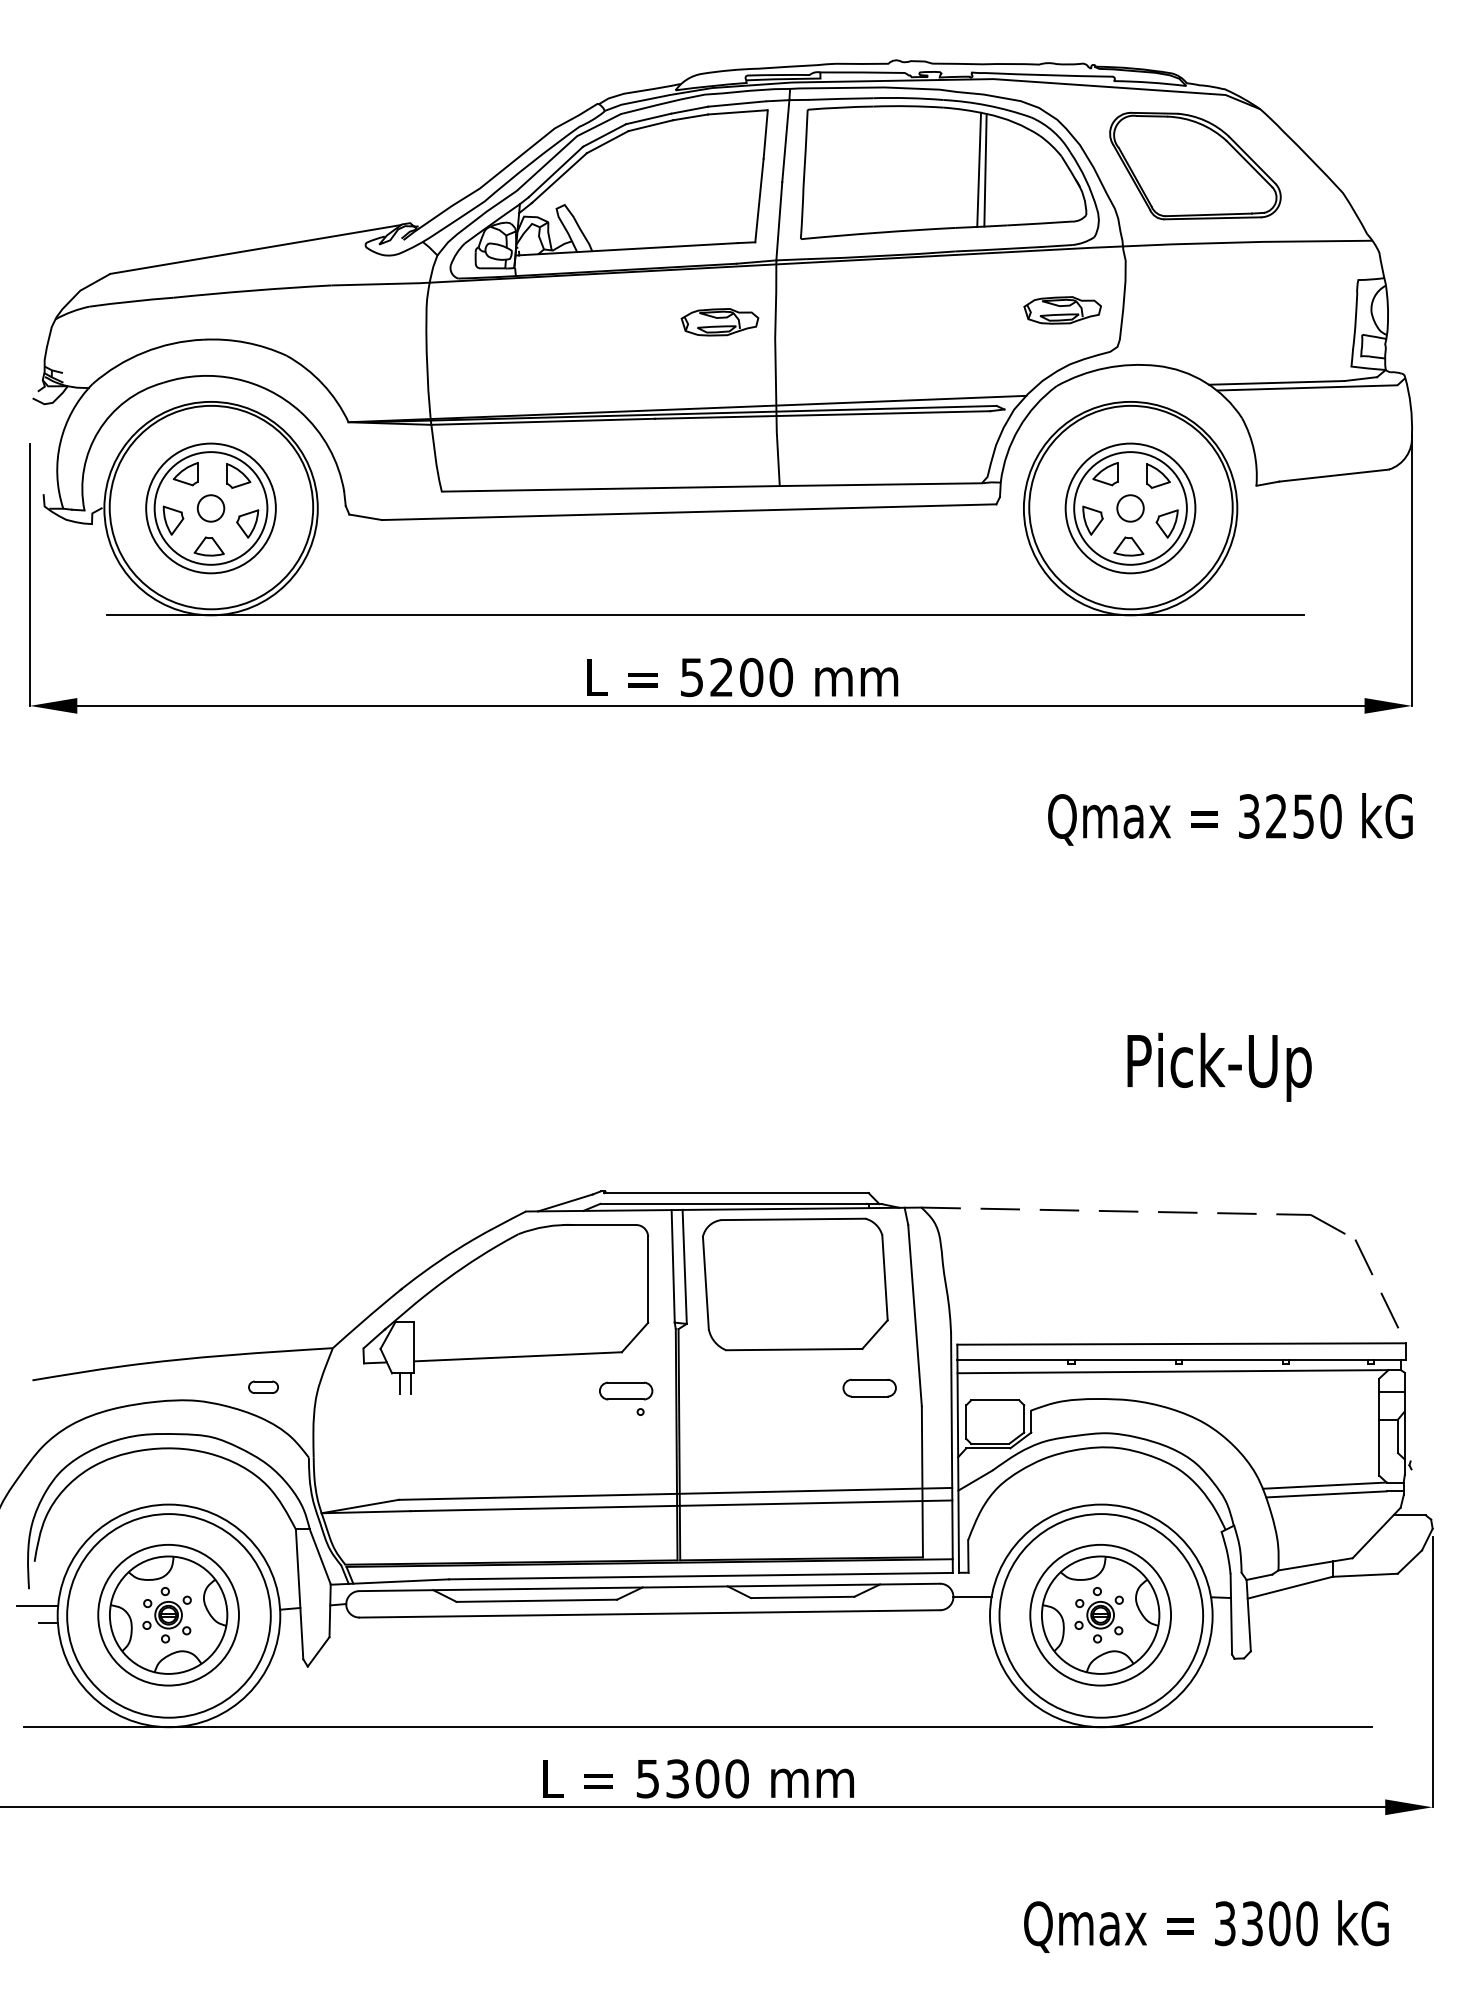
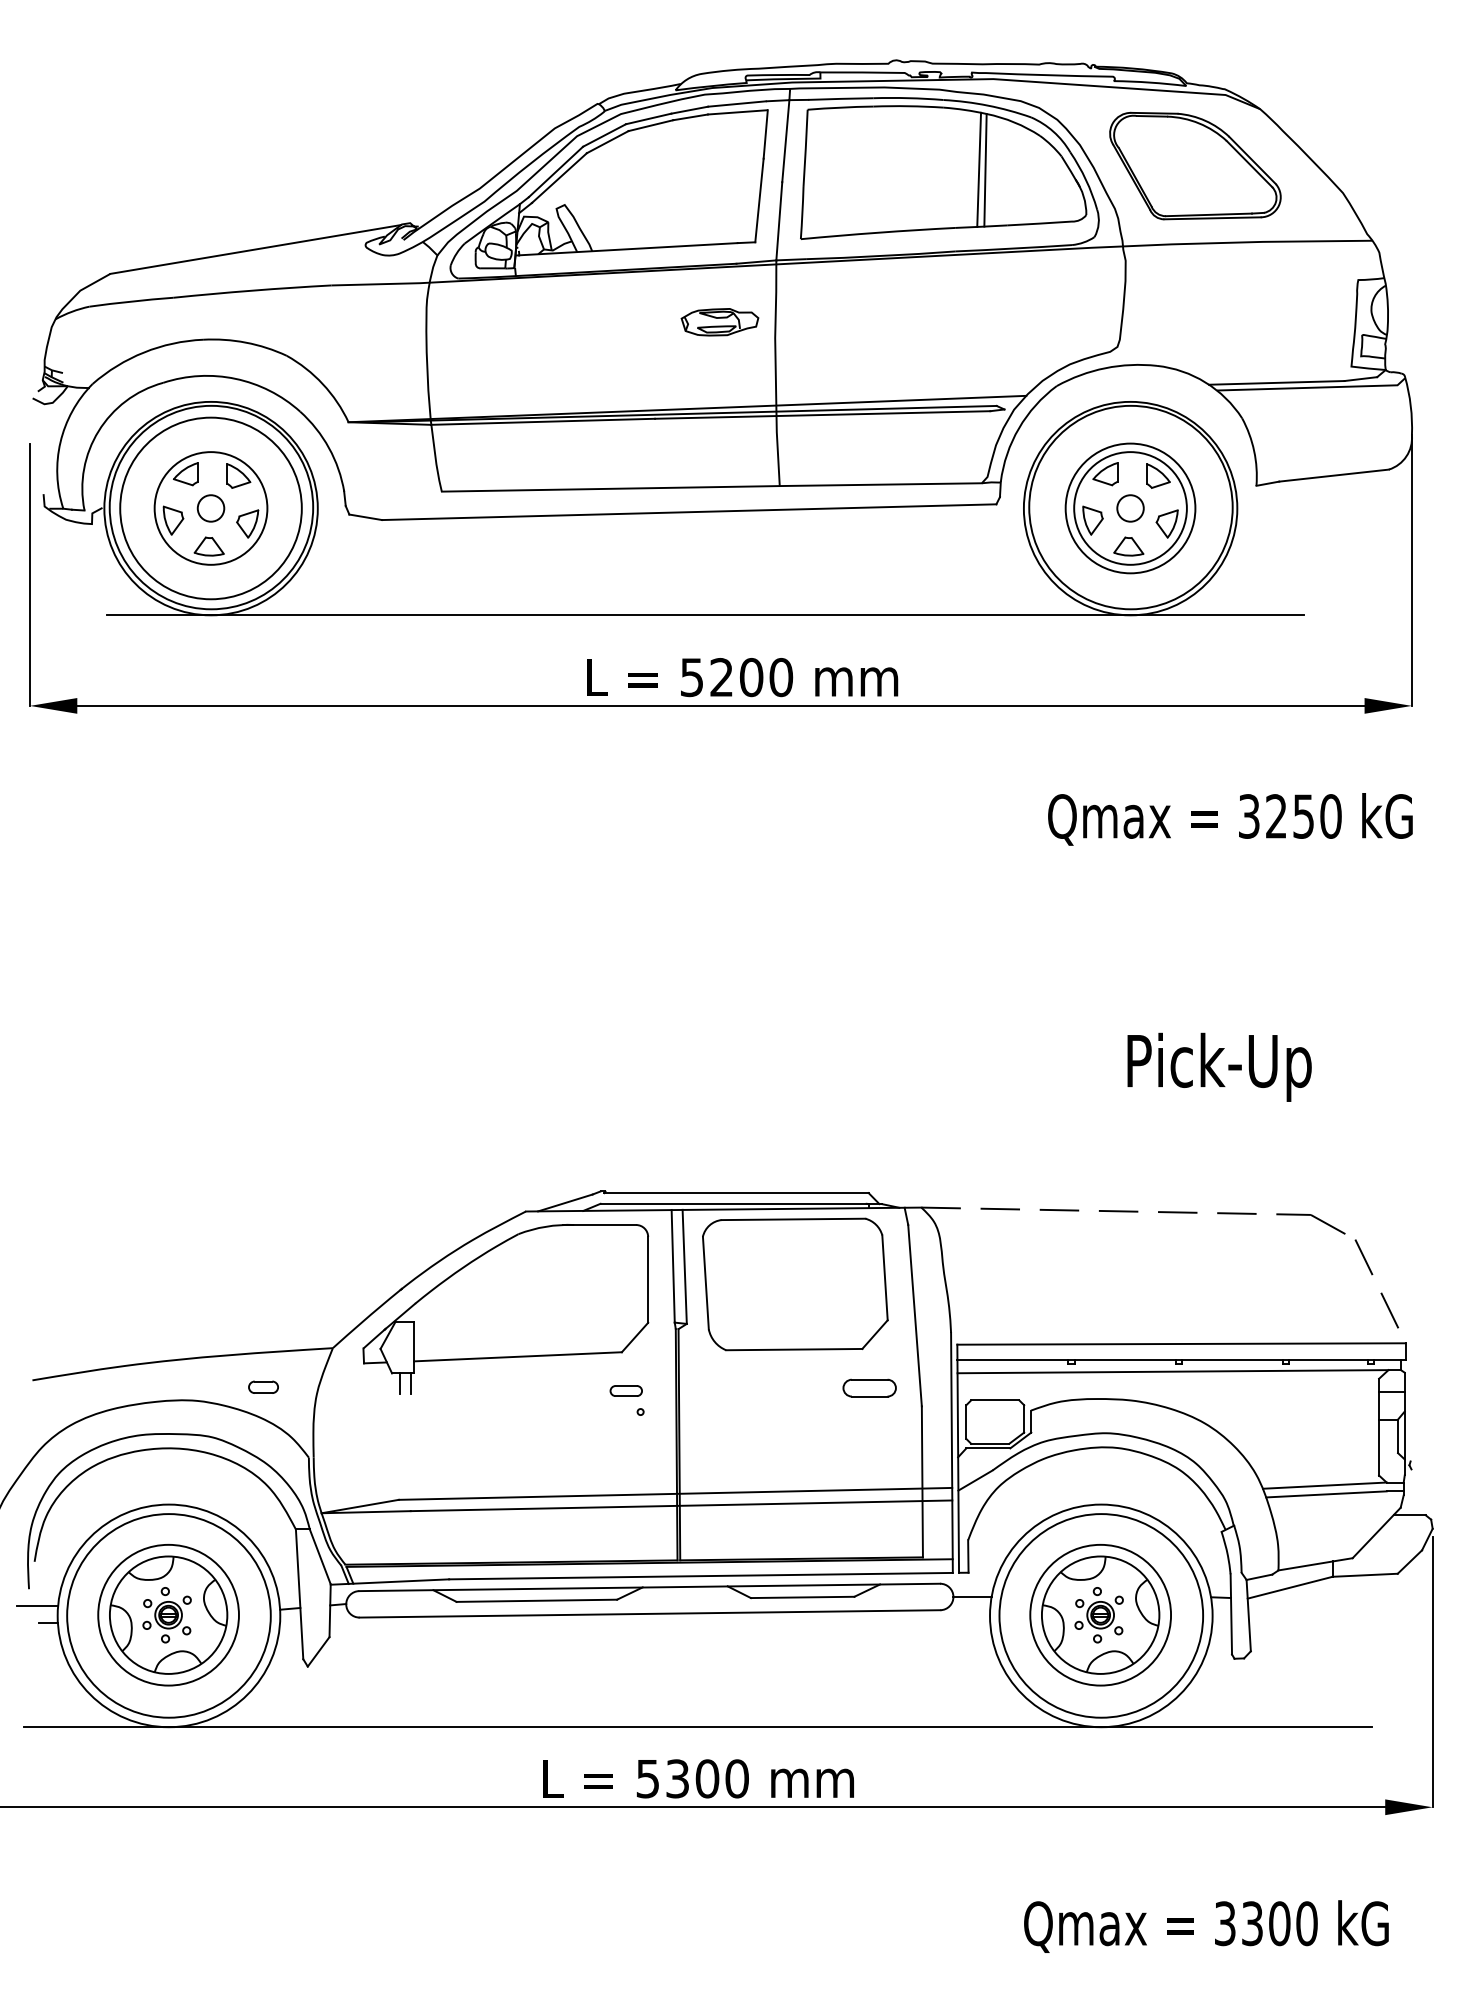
part at (1062, 310): present -> none
circle at (210, 508) diameter: 130 px -> 182 px
part at (626, 1390) size: 55x20 px -> 34x12 px
